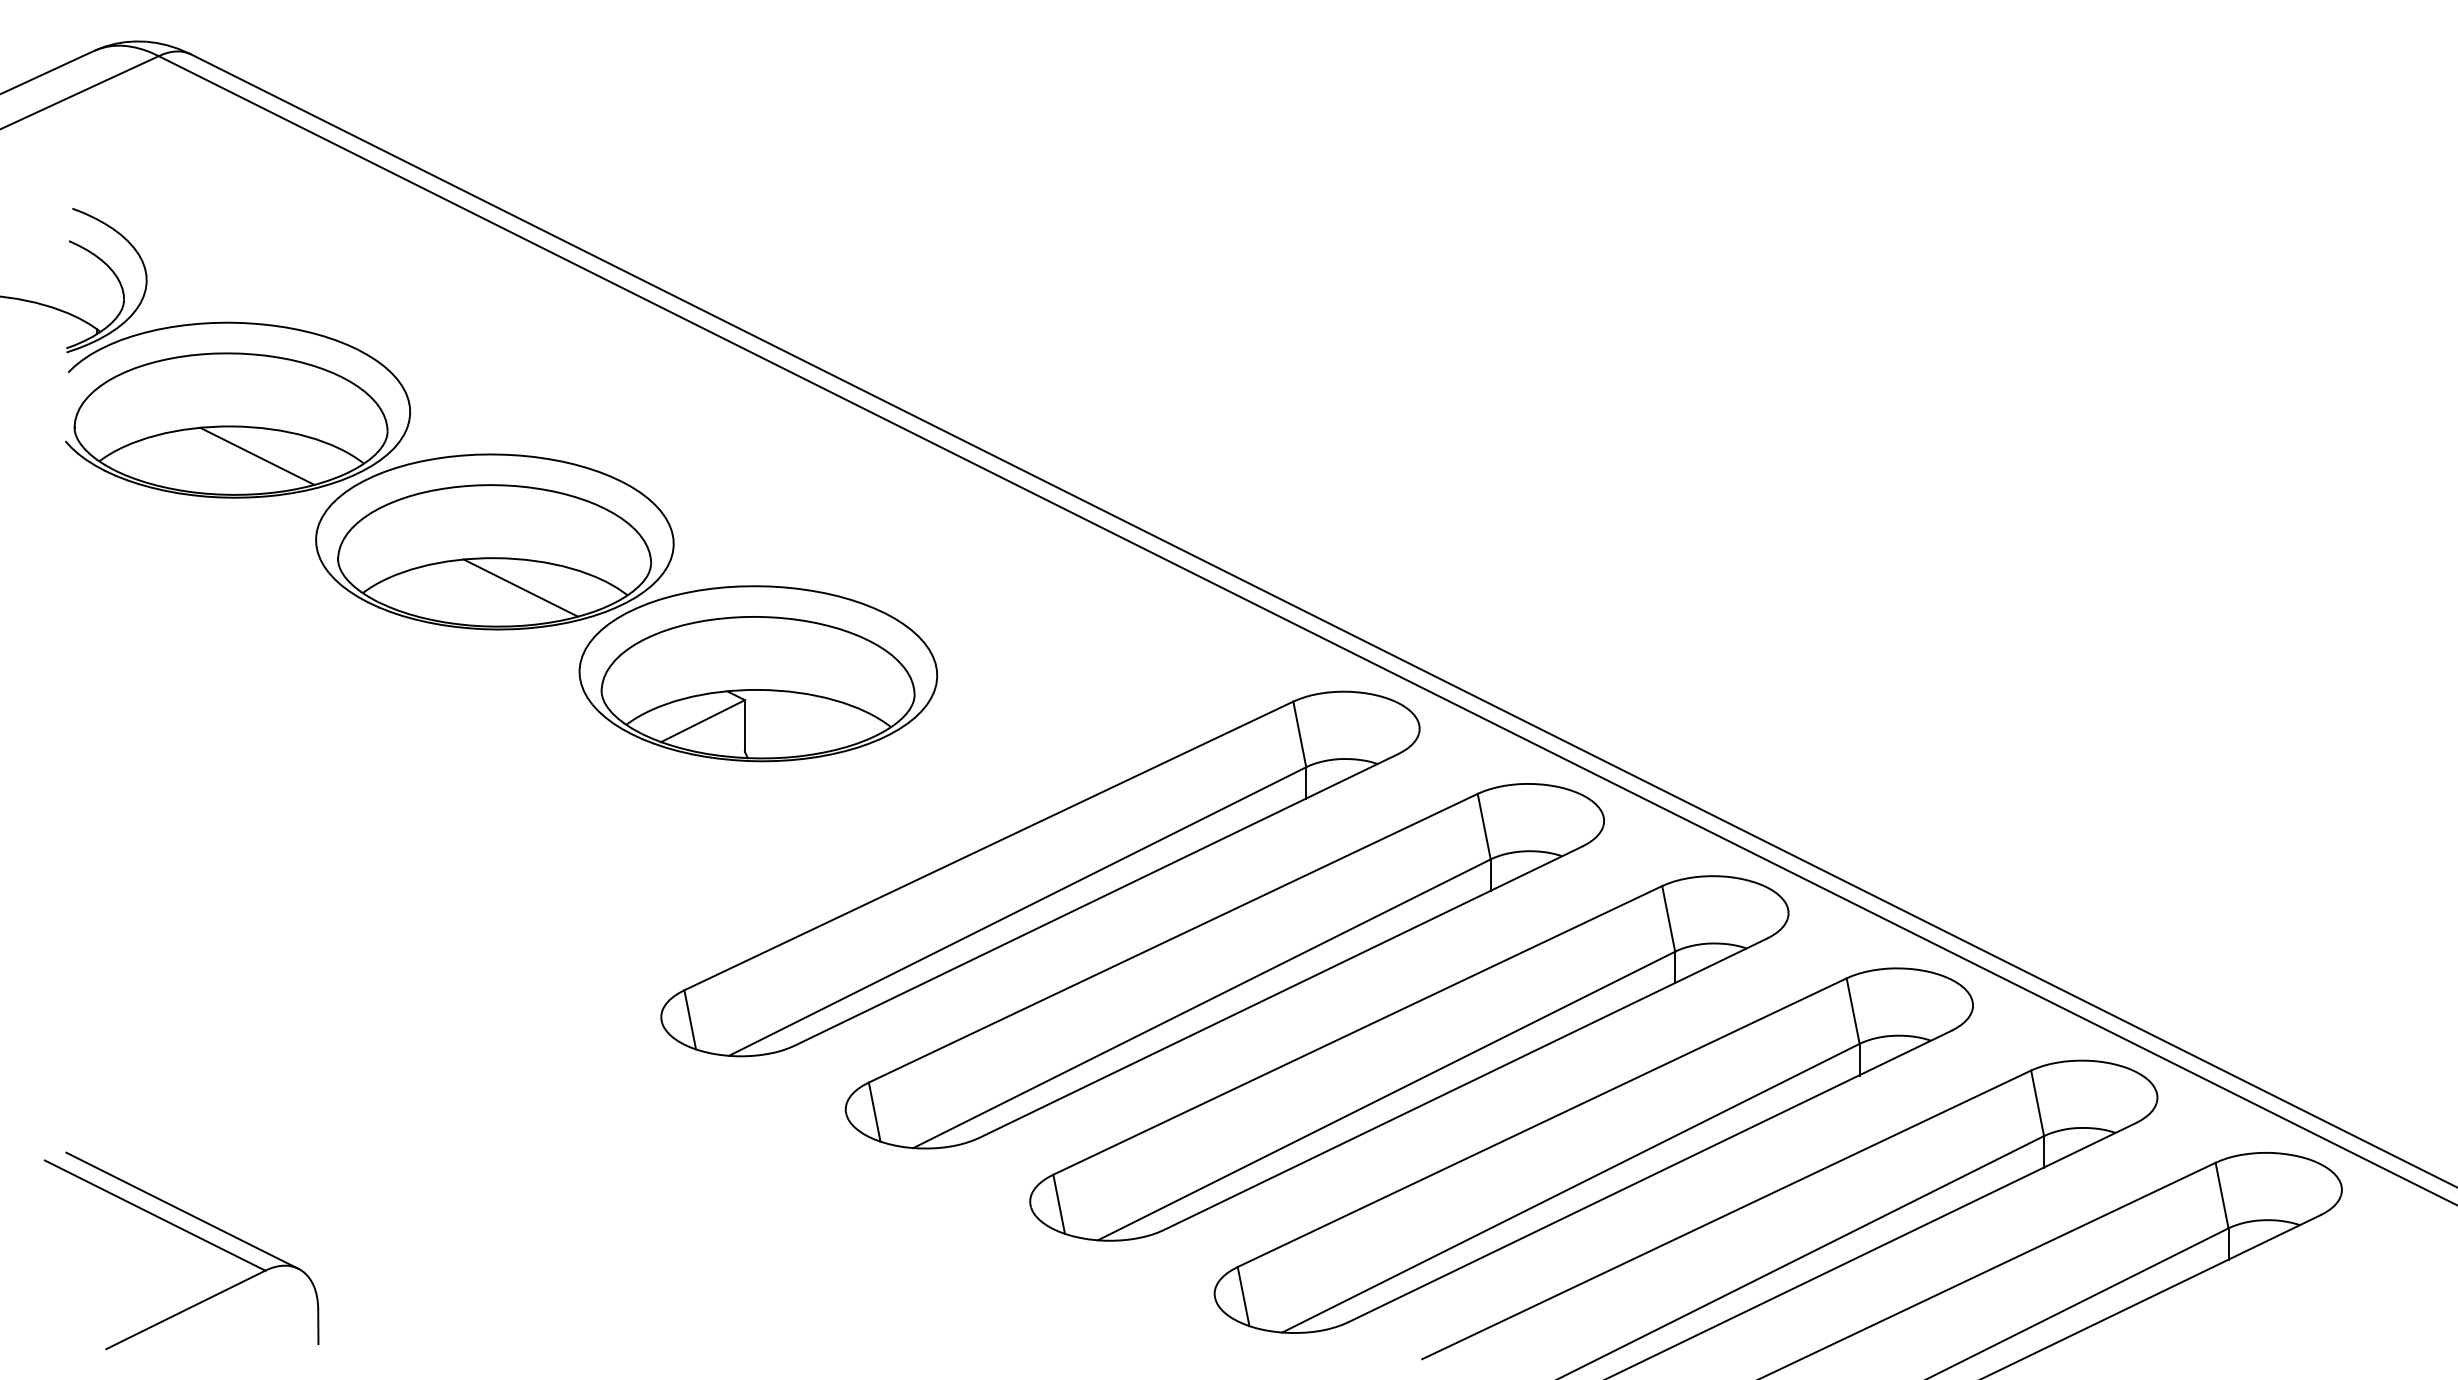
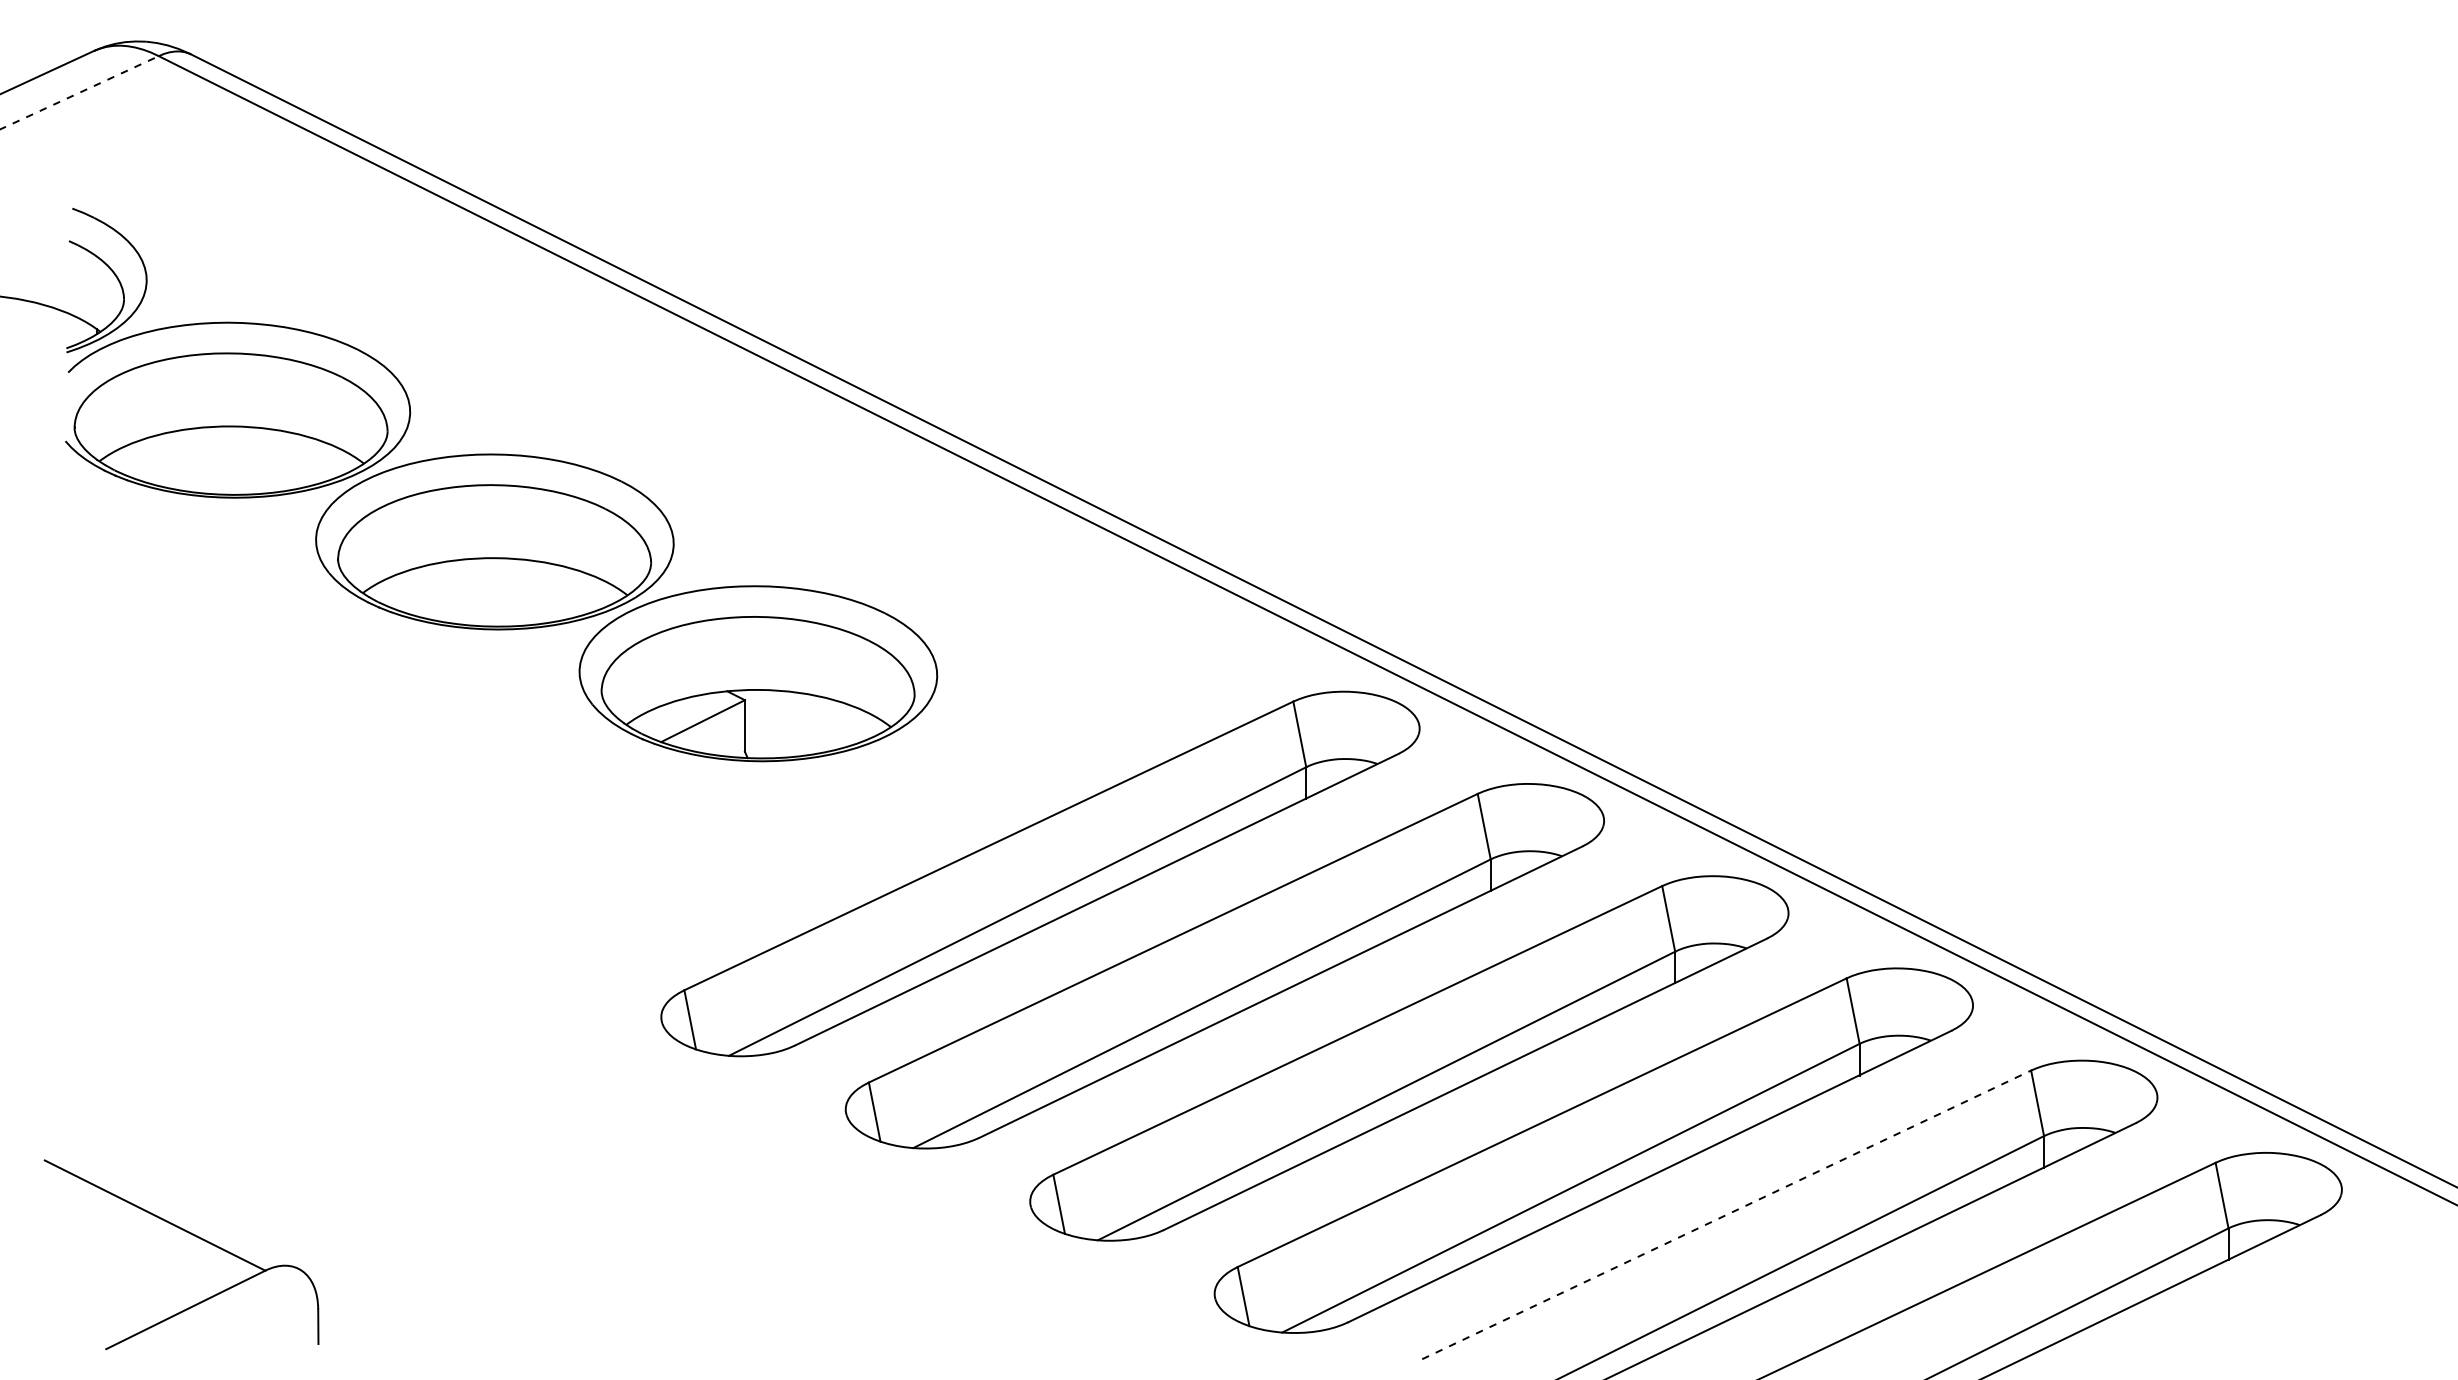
line at (79, 92): solid -> dashed
line at (257, 455): present -> none
line at (520, 587): present -> none
line at (182, 1210): present -> none
line at (1726, 1214): solid -> dashed
